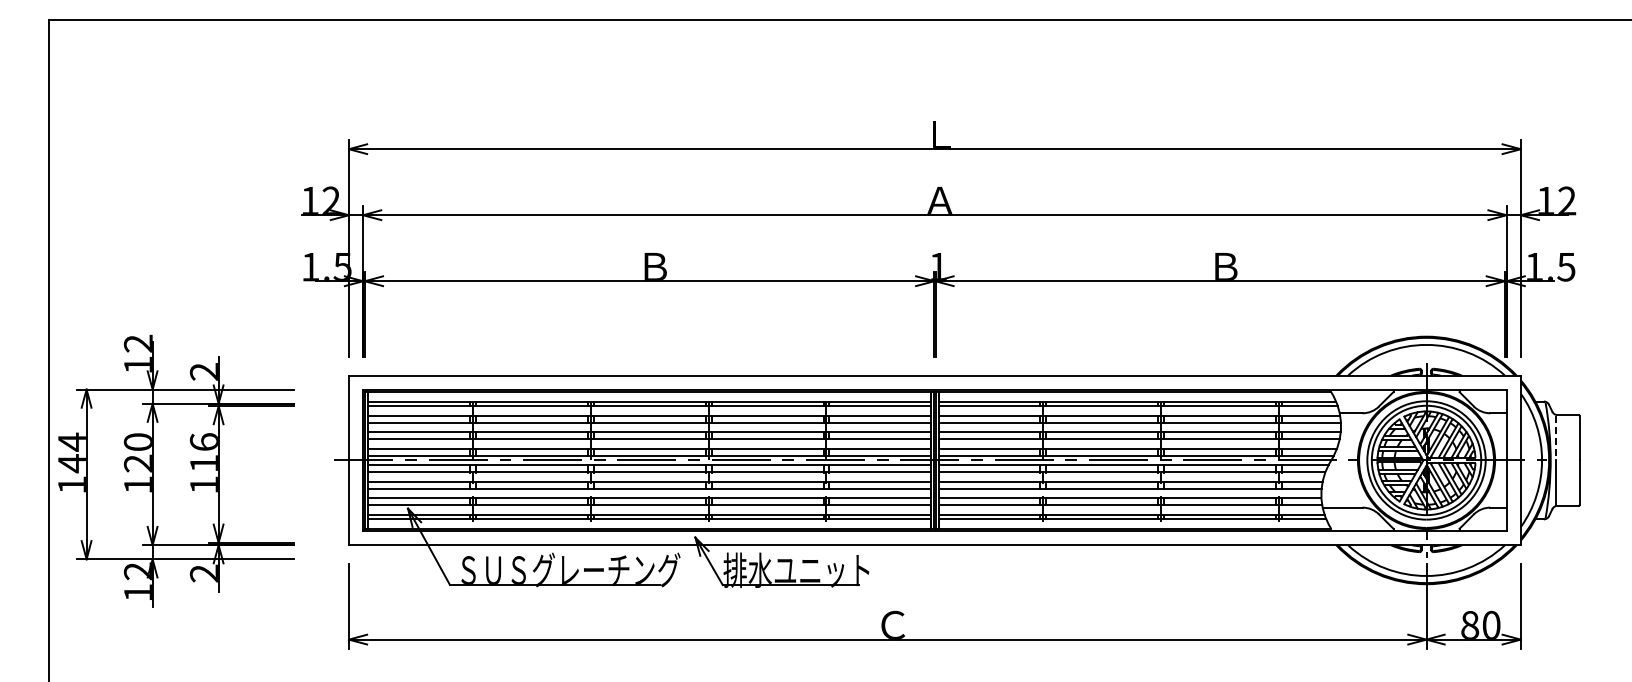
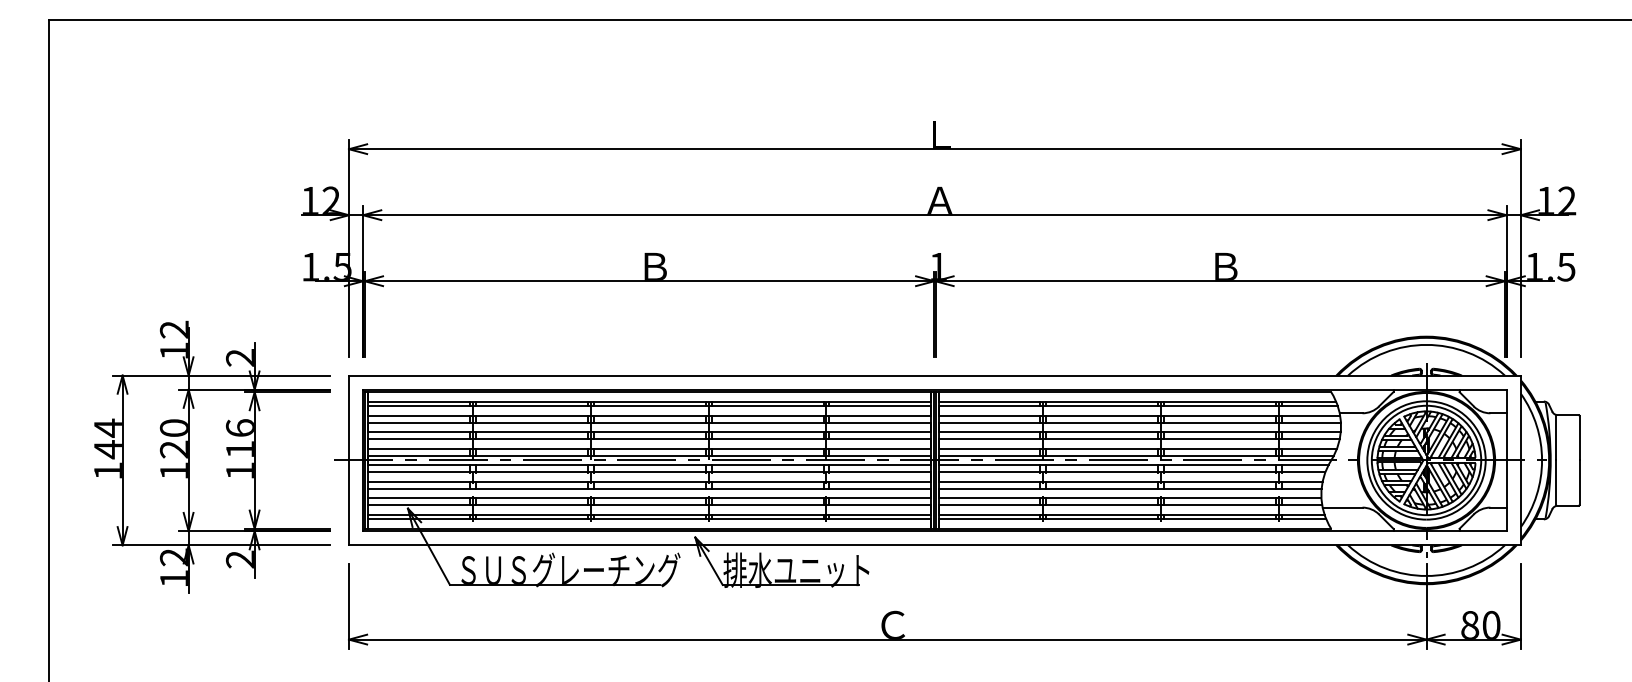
line at (1556, 438): dashed -> solid
part at (176, 470) position: (176, 470) -> (212, 456)
